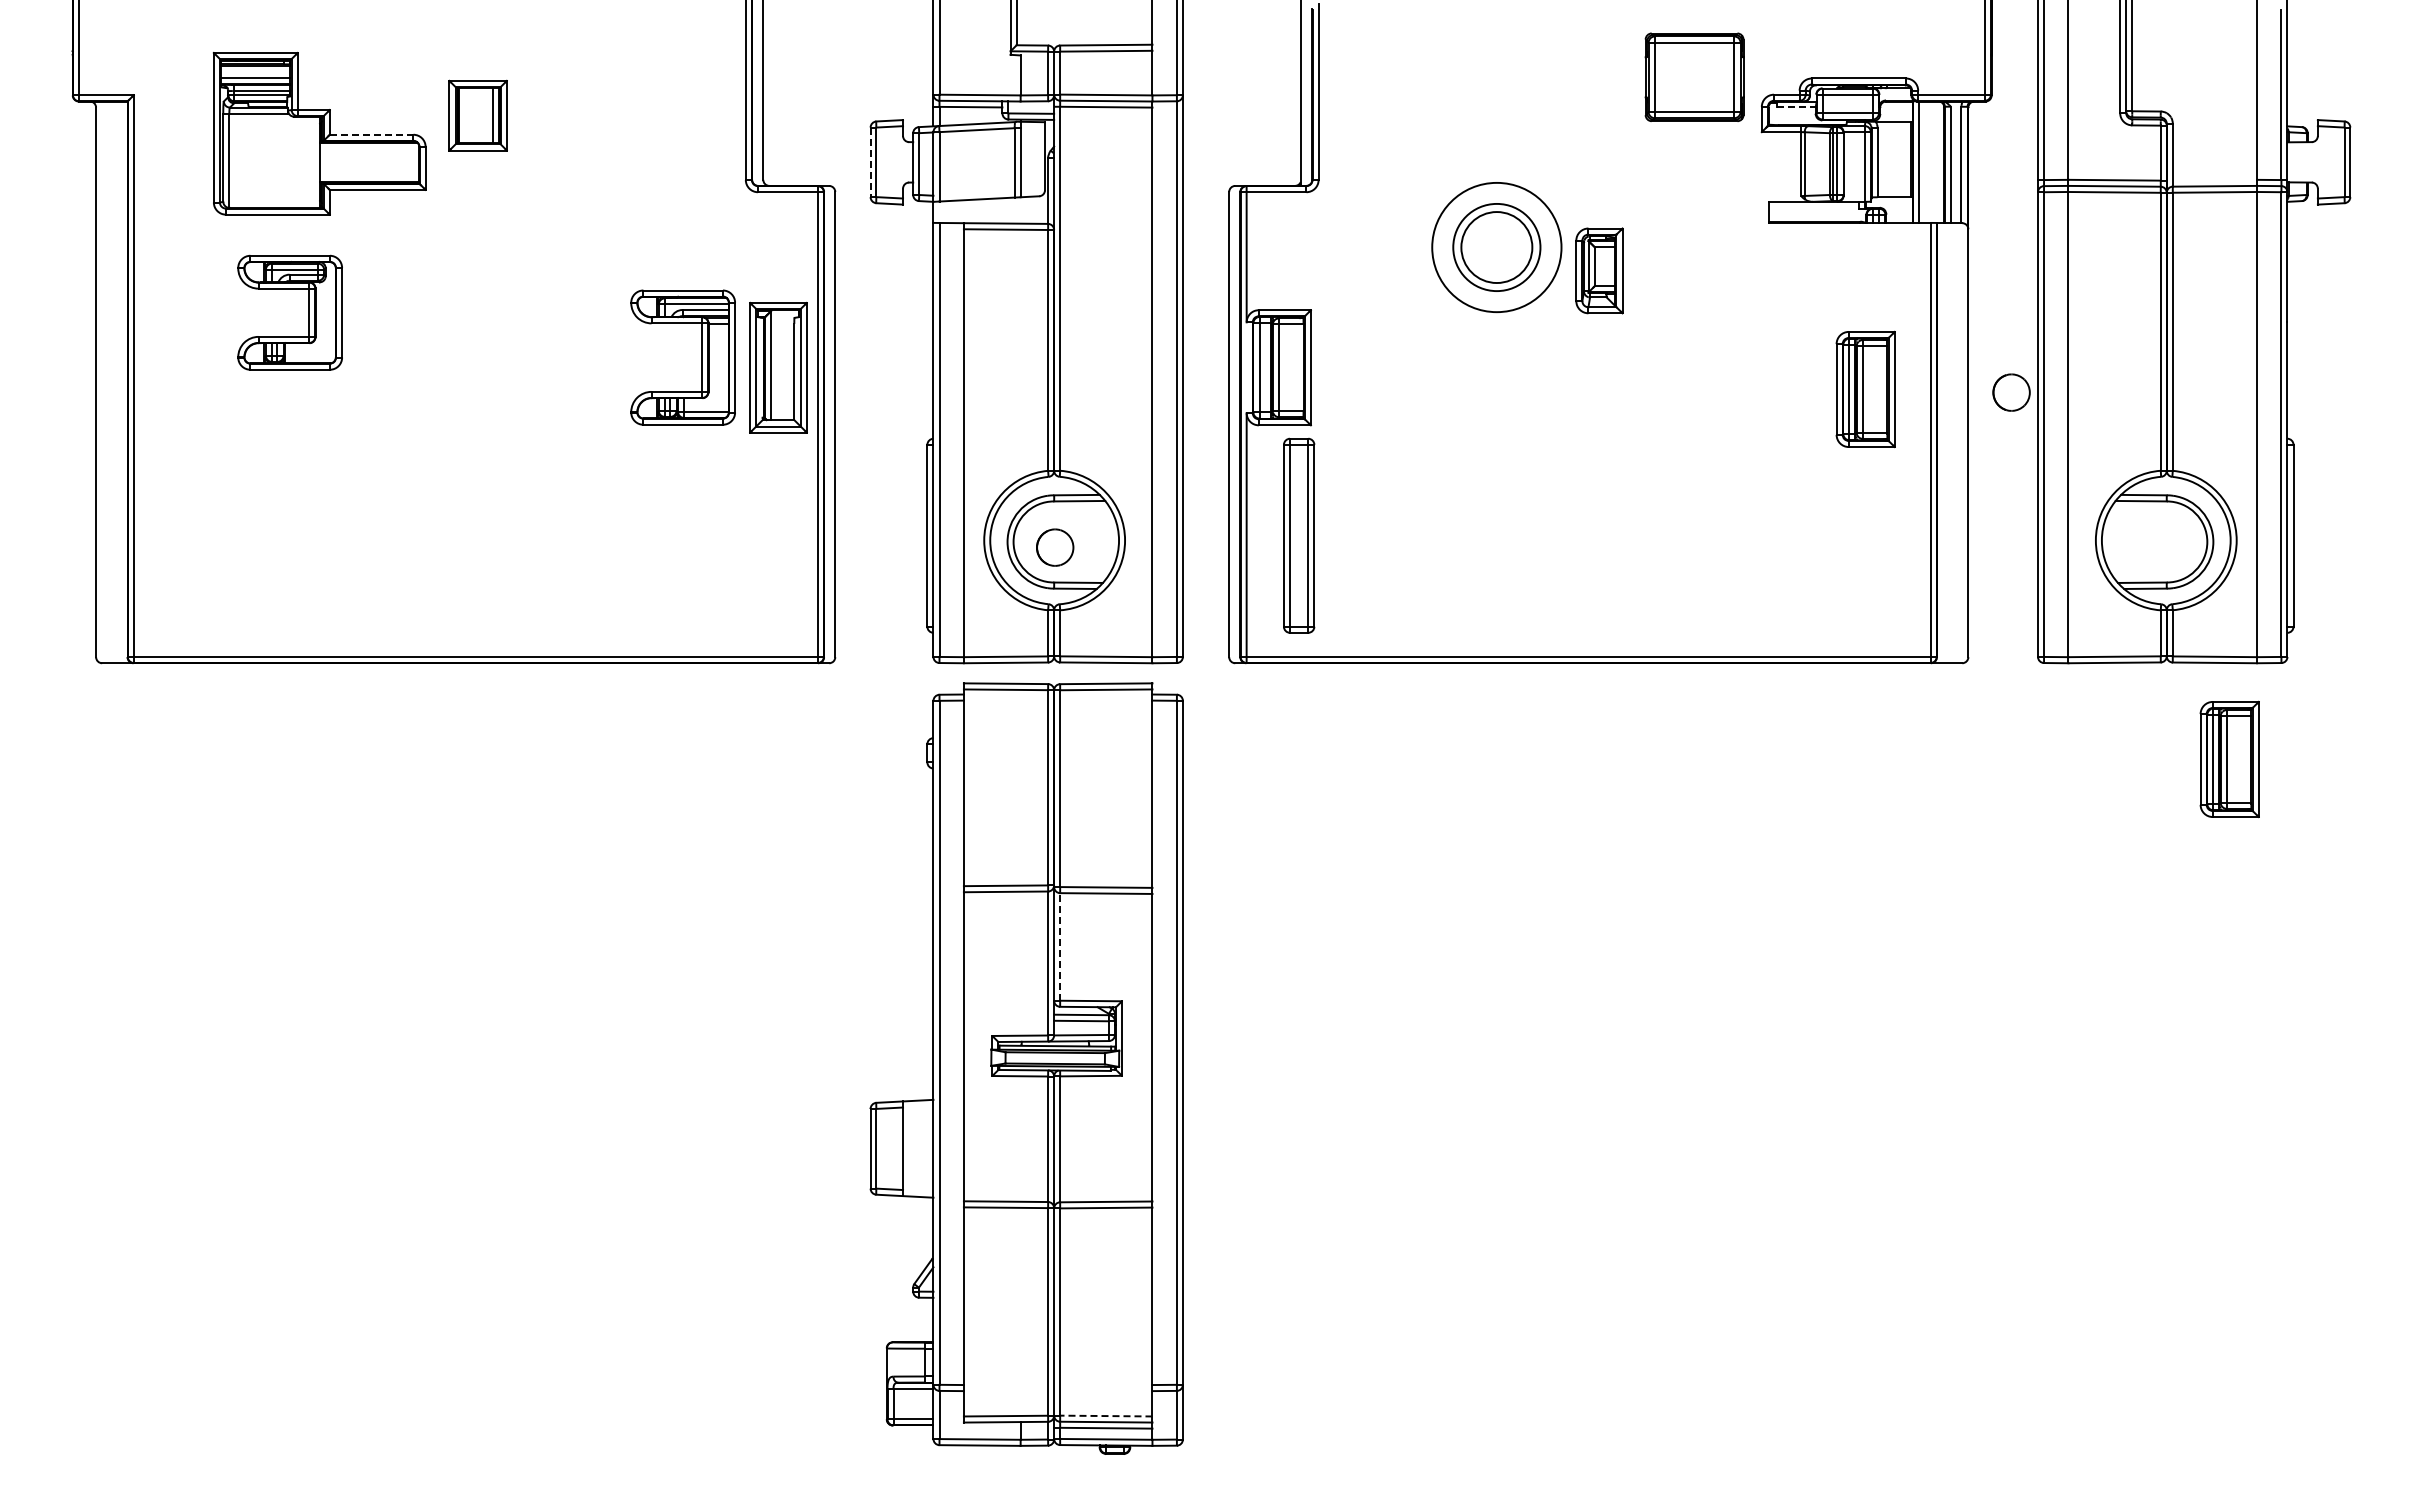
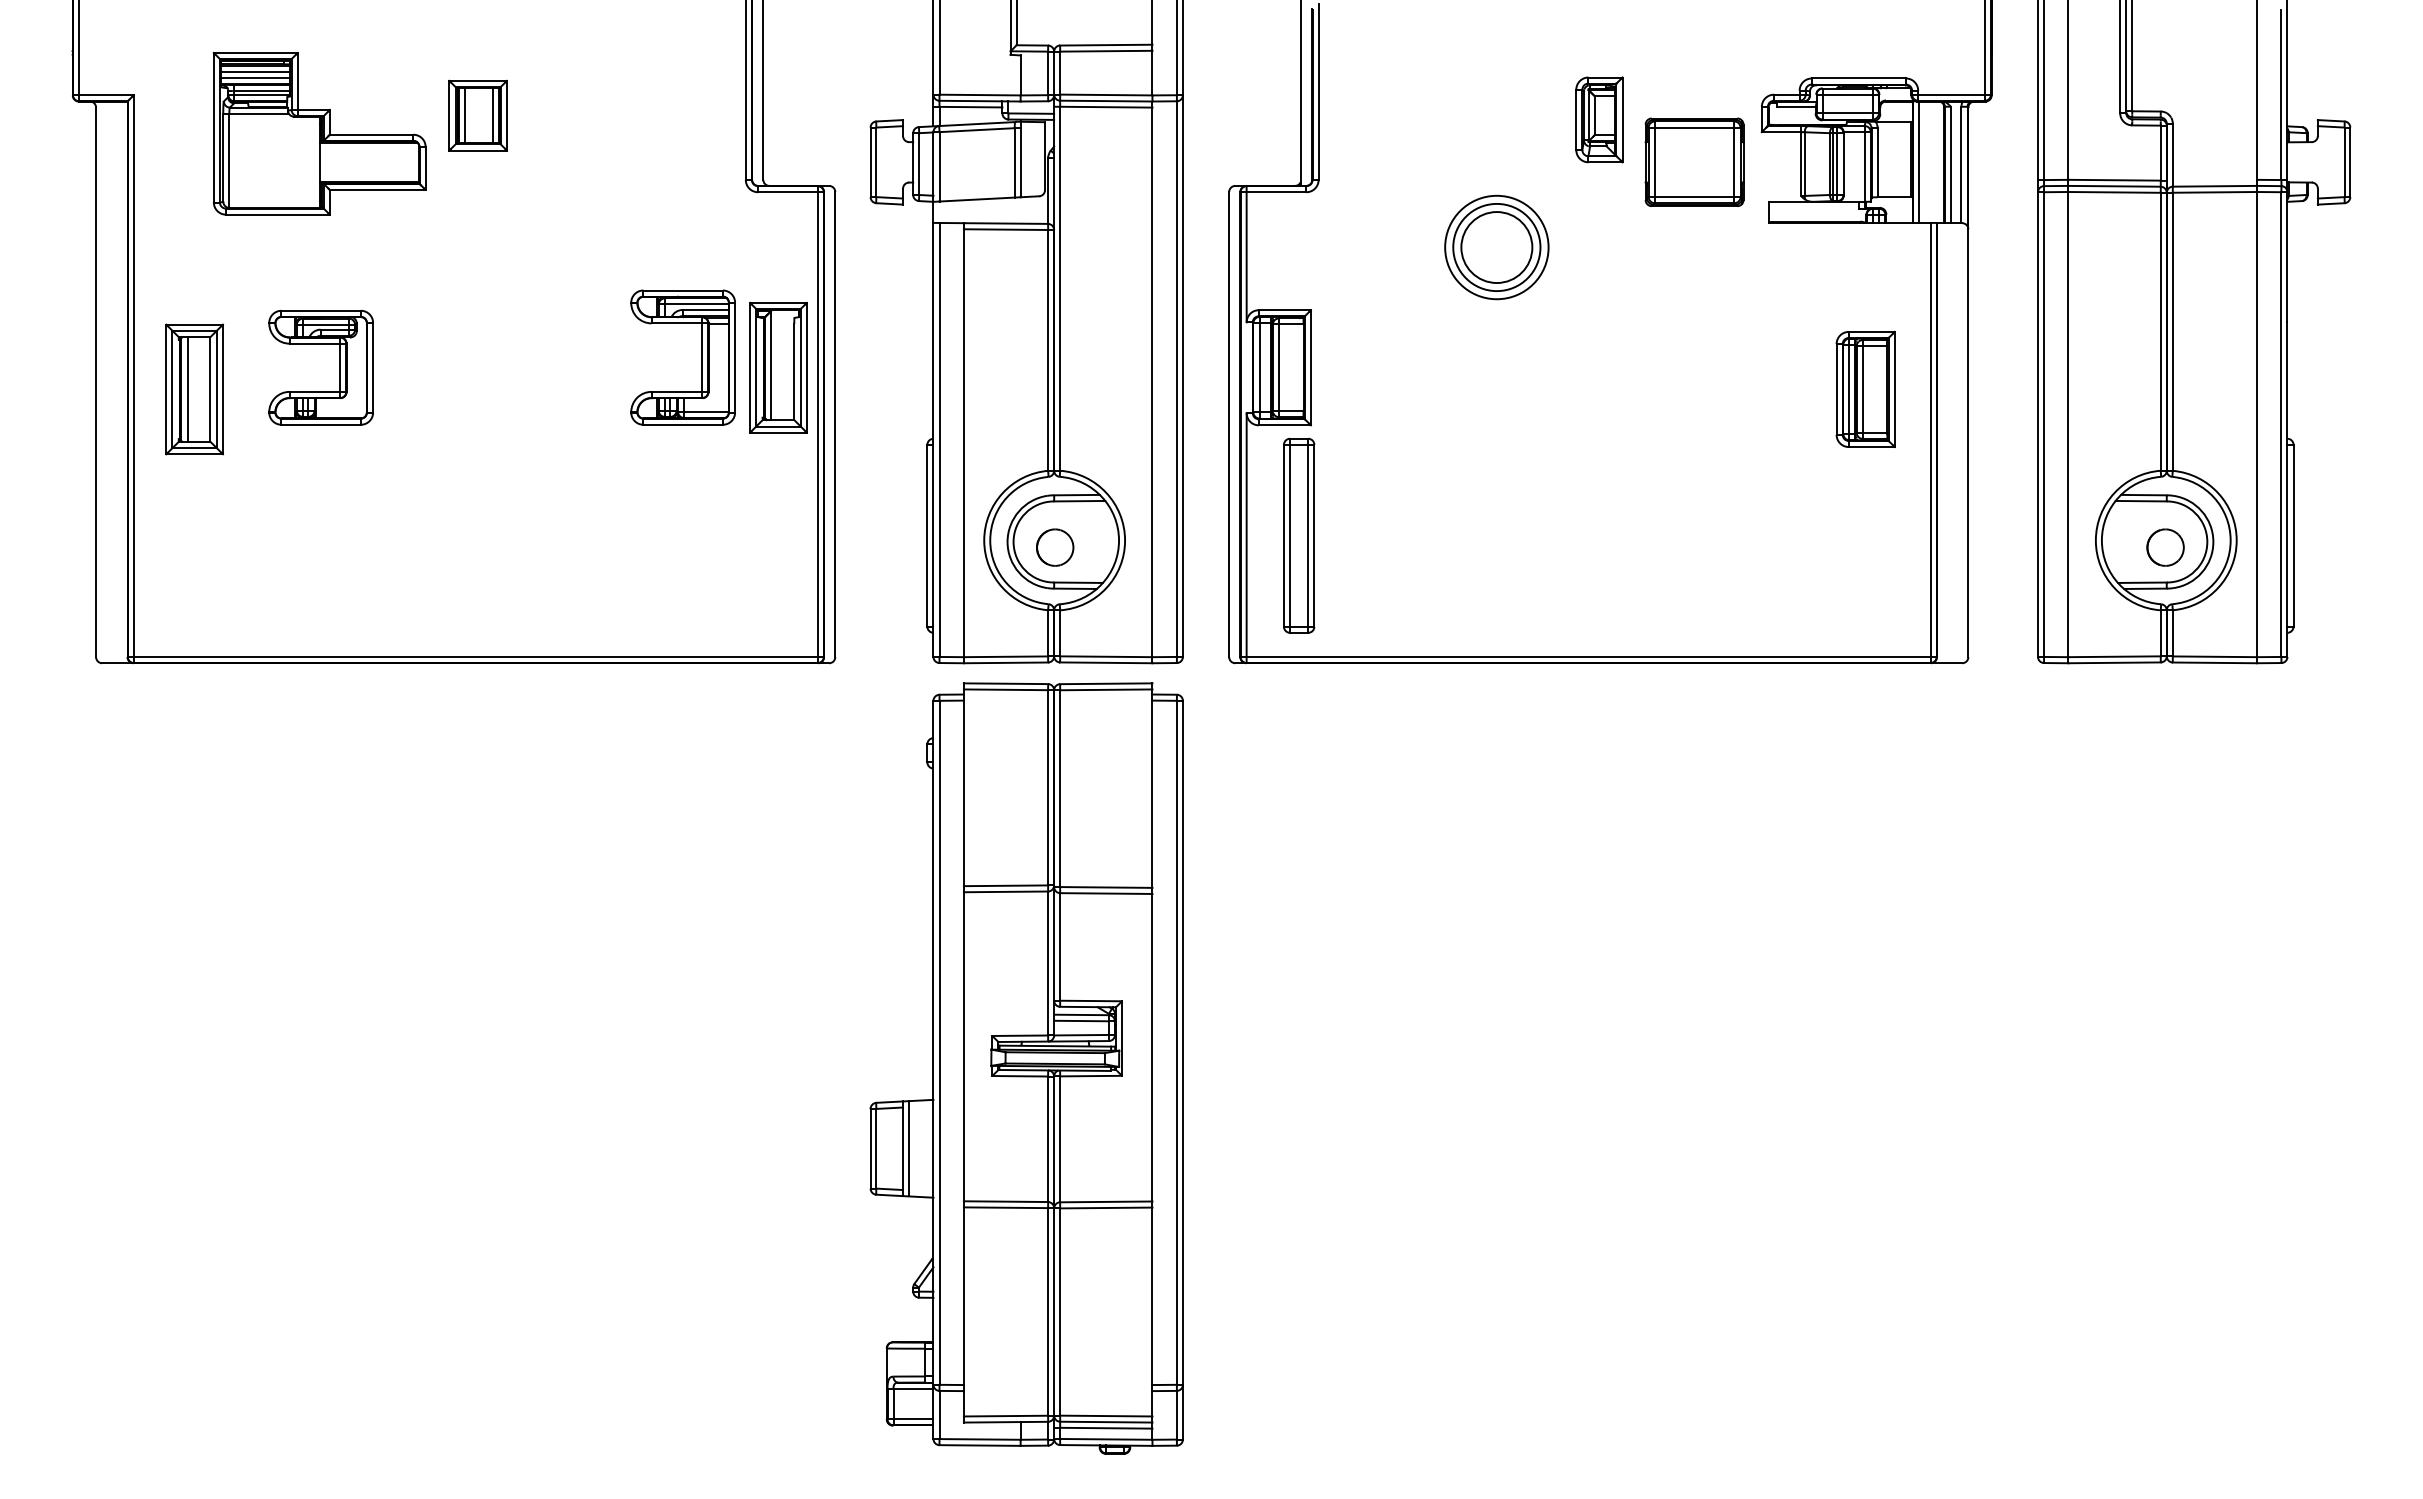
line at (255, 72): none -> present
part at (1694, 76) position: (1694, 76) -> (1694, 161)
line at (1797, 107): dashed -> solid
line at (464, 115): none -> present
line at (371, 134): dashed -> solid
line at (870, 162): dashed -> solid
circle at (1496, 247) diameter: 129 px -> 103 px
part at (1599, 270) position: (1599, 270) -> (1599, 119)
part at (308, 312) position: (308, 312) -> (339, 367)
part at (194, 389): none -> present
part at (2011, 392) position: (2011, 392) -> (2165, 547)
part at (2229, 759): present -> none
line at (1060, 946): dashed -> solid
line at (909, 1148): none -> present
line at (1105, 1416): dashed -> solid
